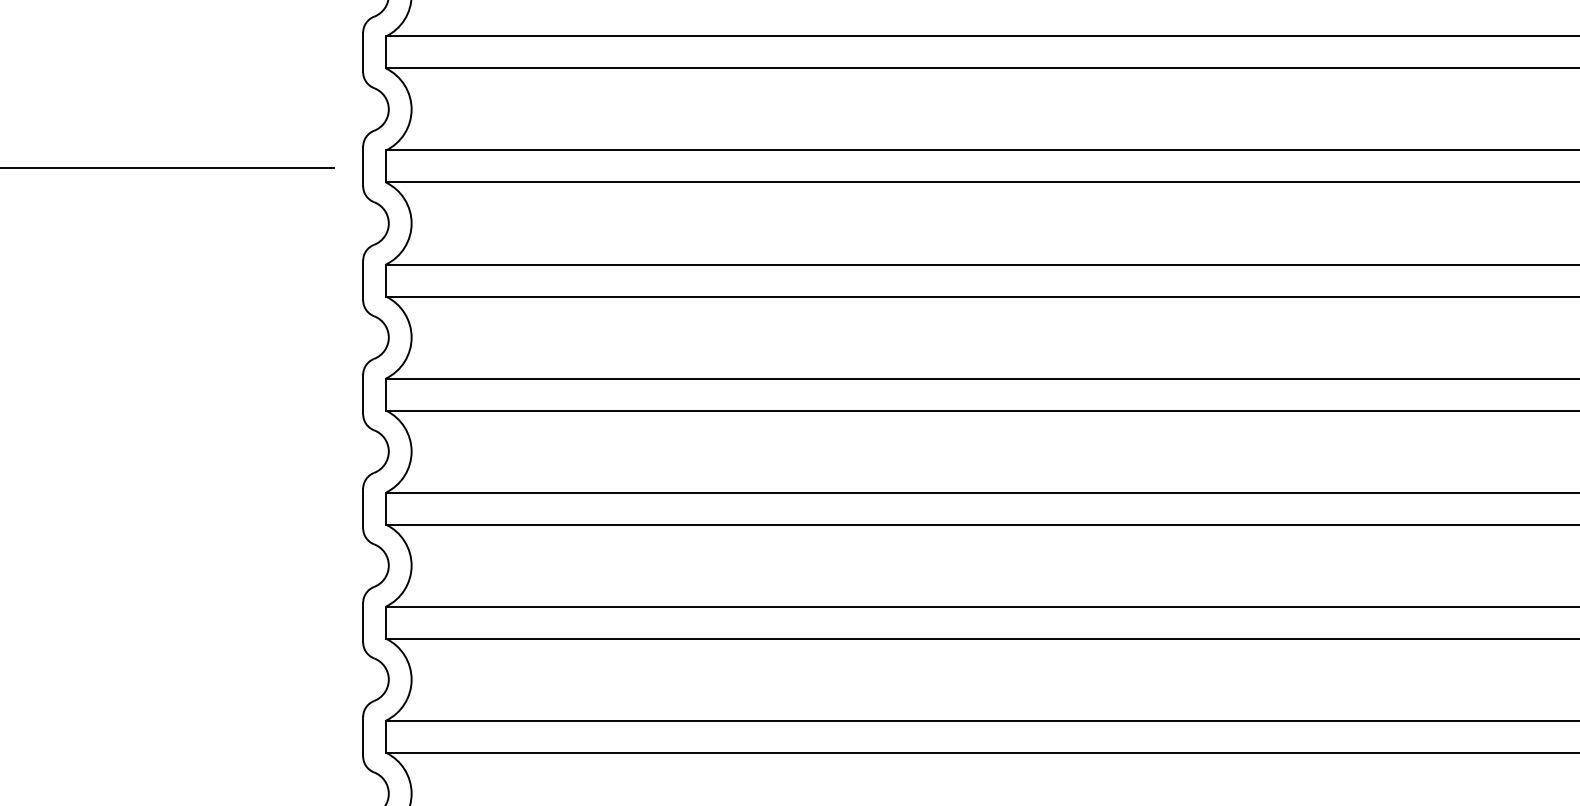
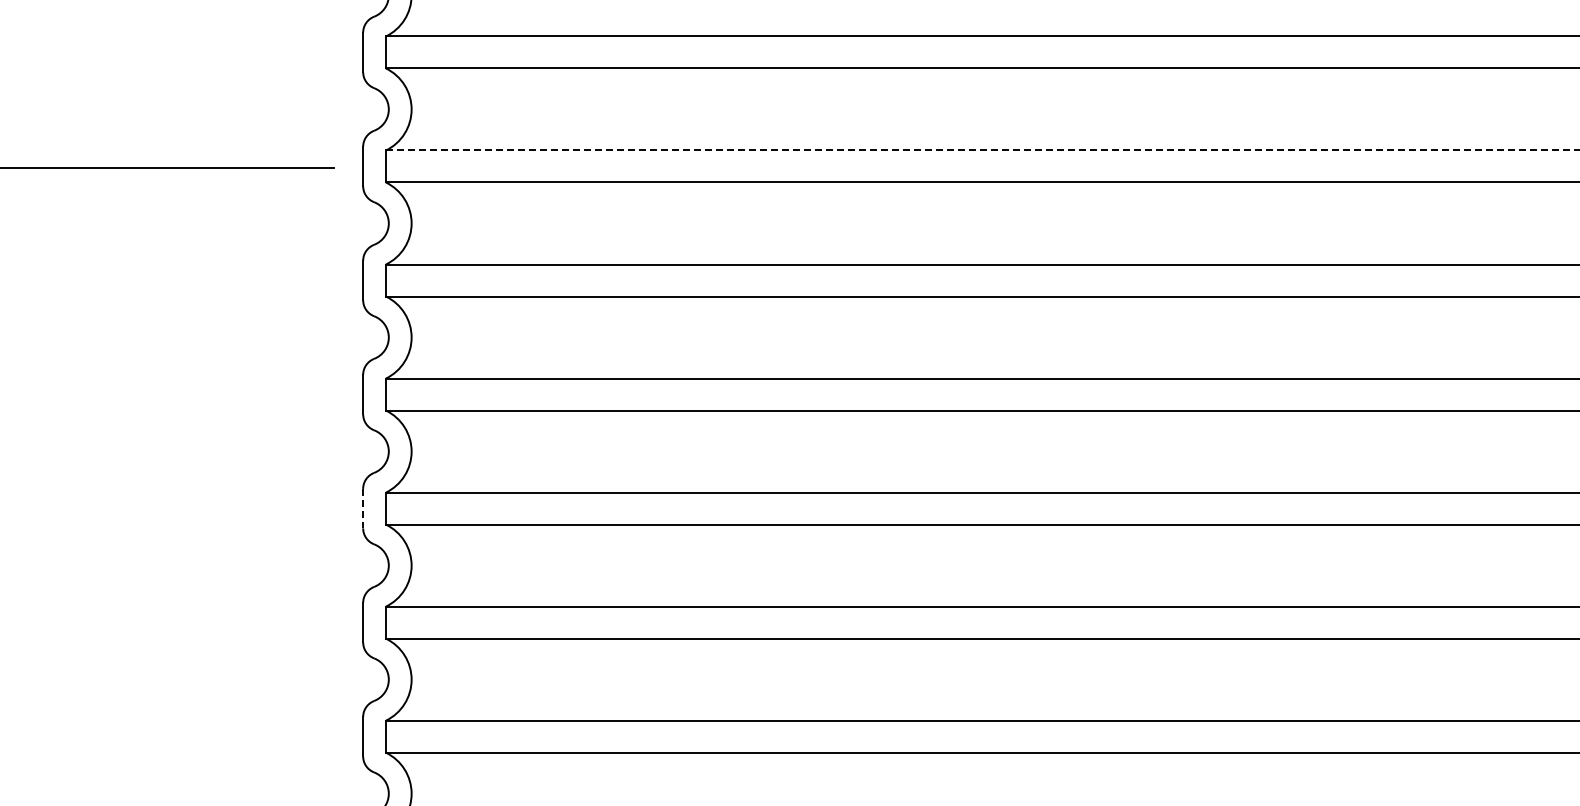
line at (982, 150): solid -> dashed
line at (363, 508): solid -> dashed
